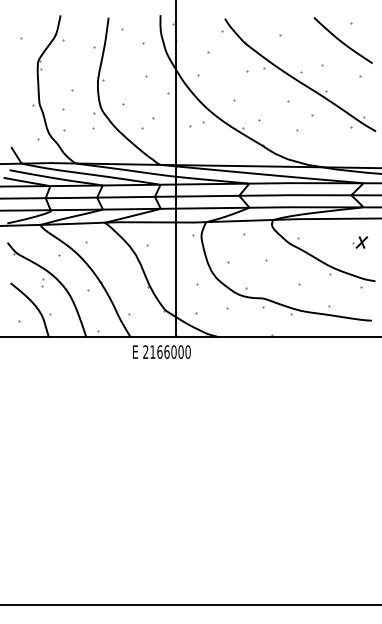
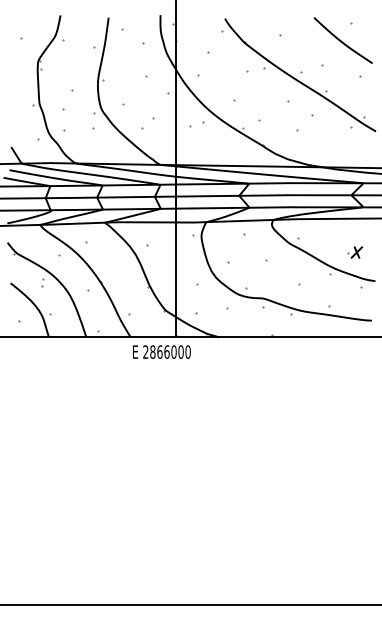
part at (360, 242) position: (360, 242) -> (355, 252)
text at (152, 351): 2166000 -> 2866000
